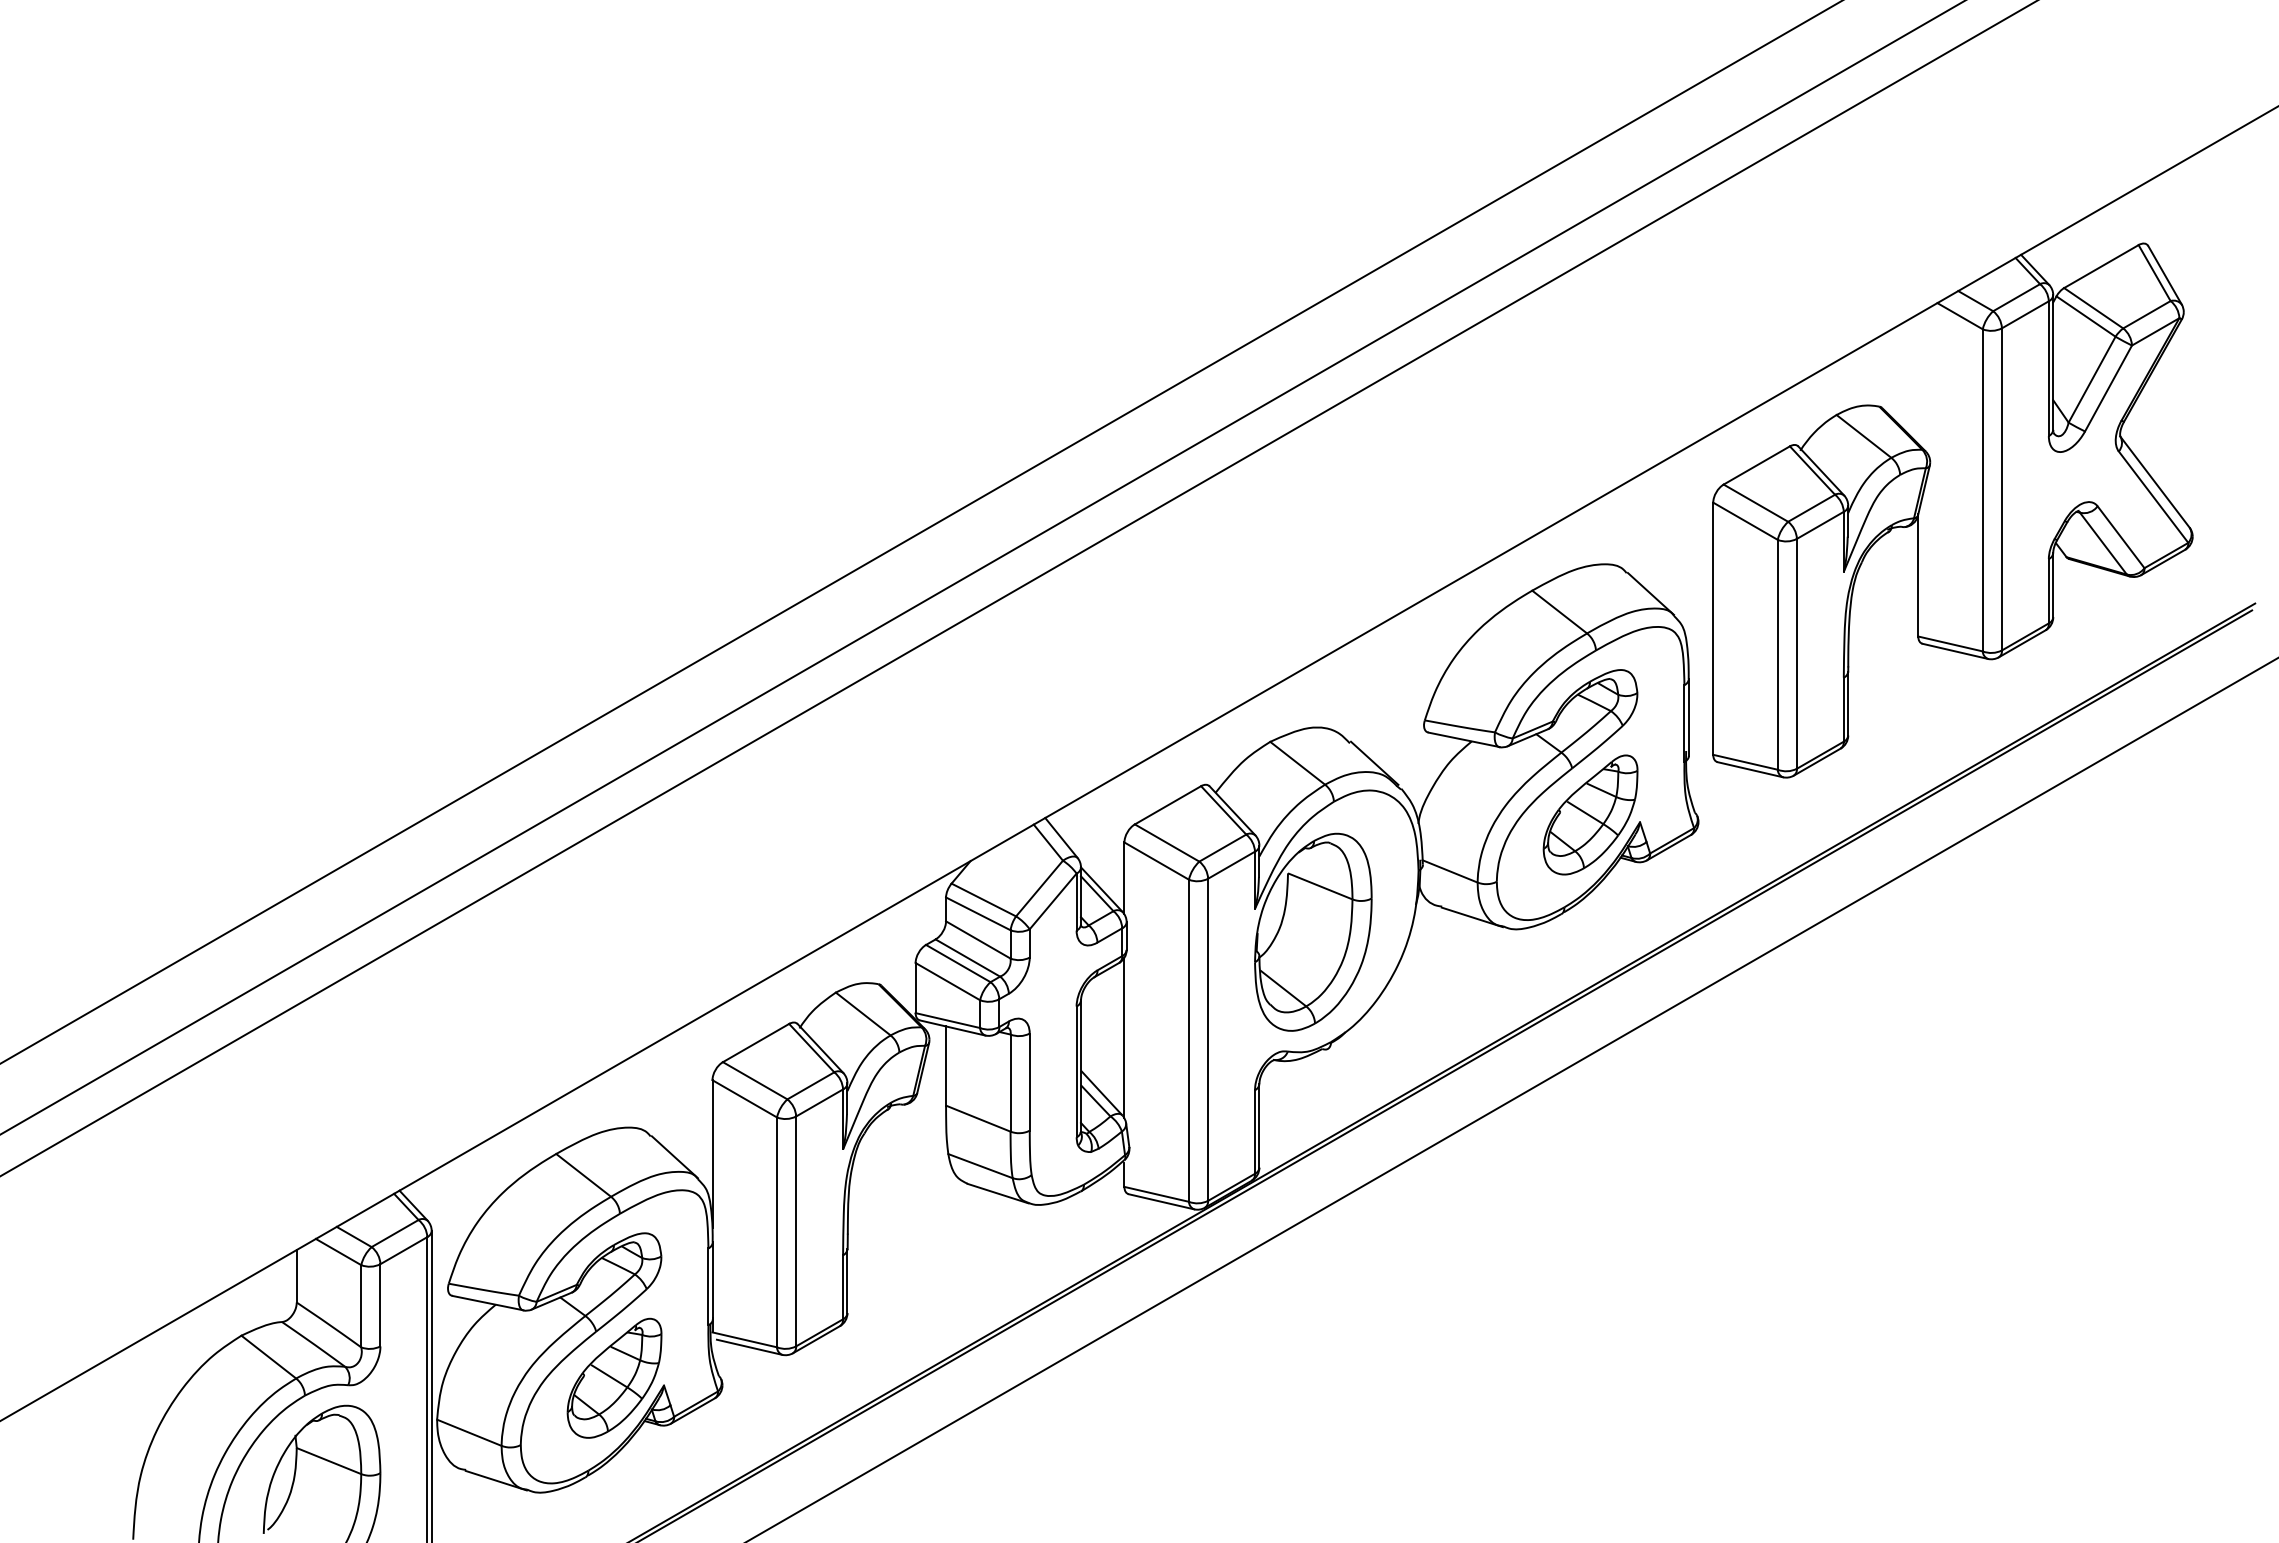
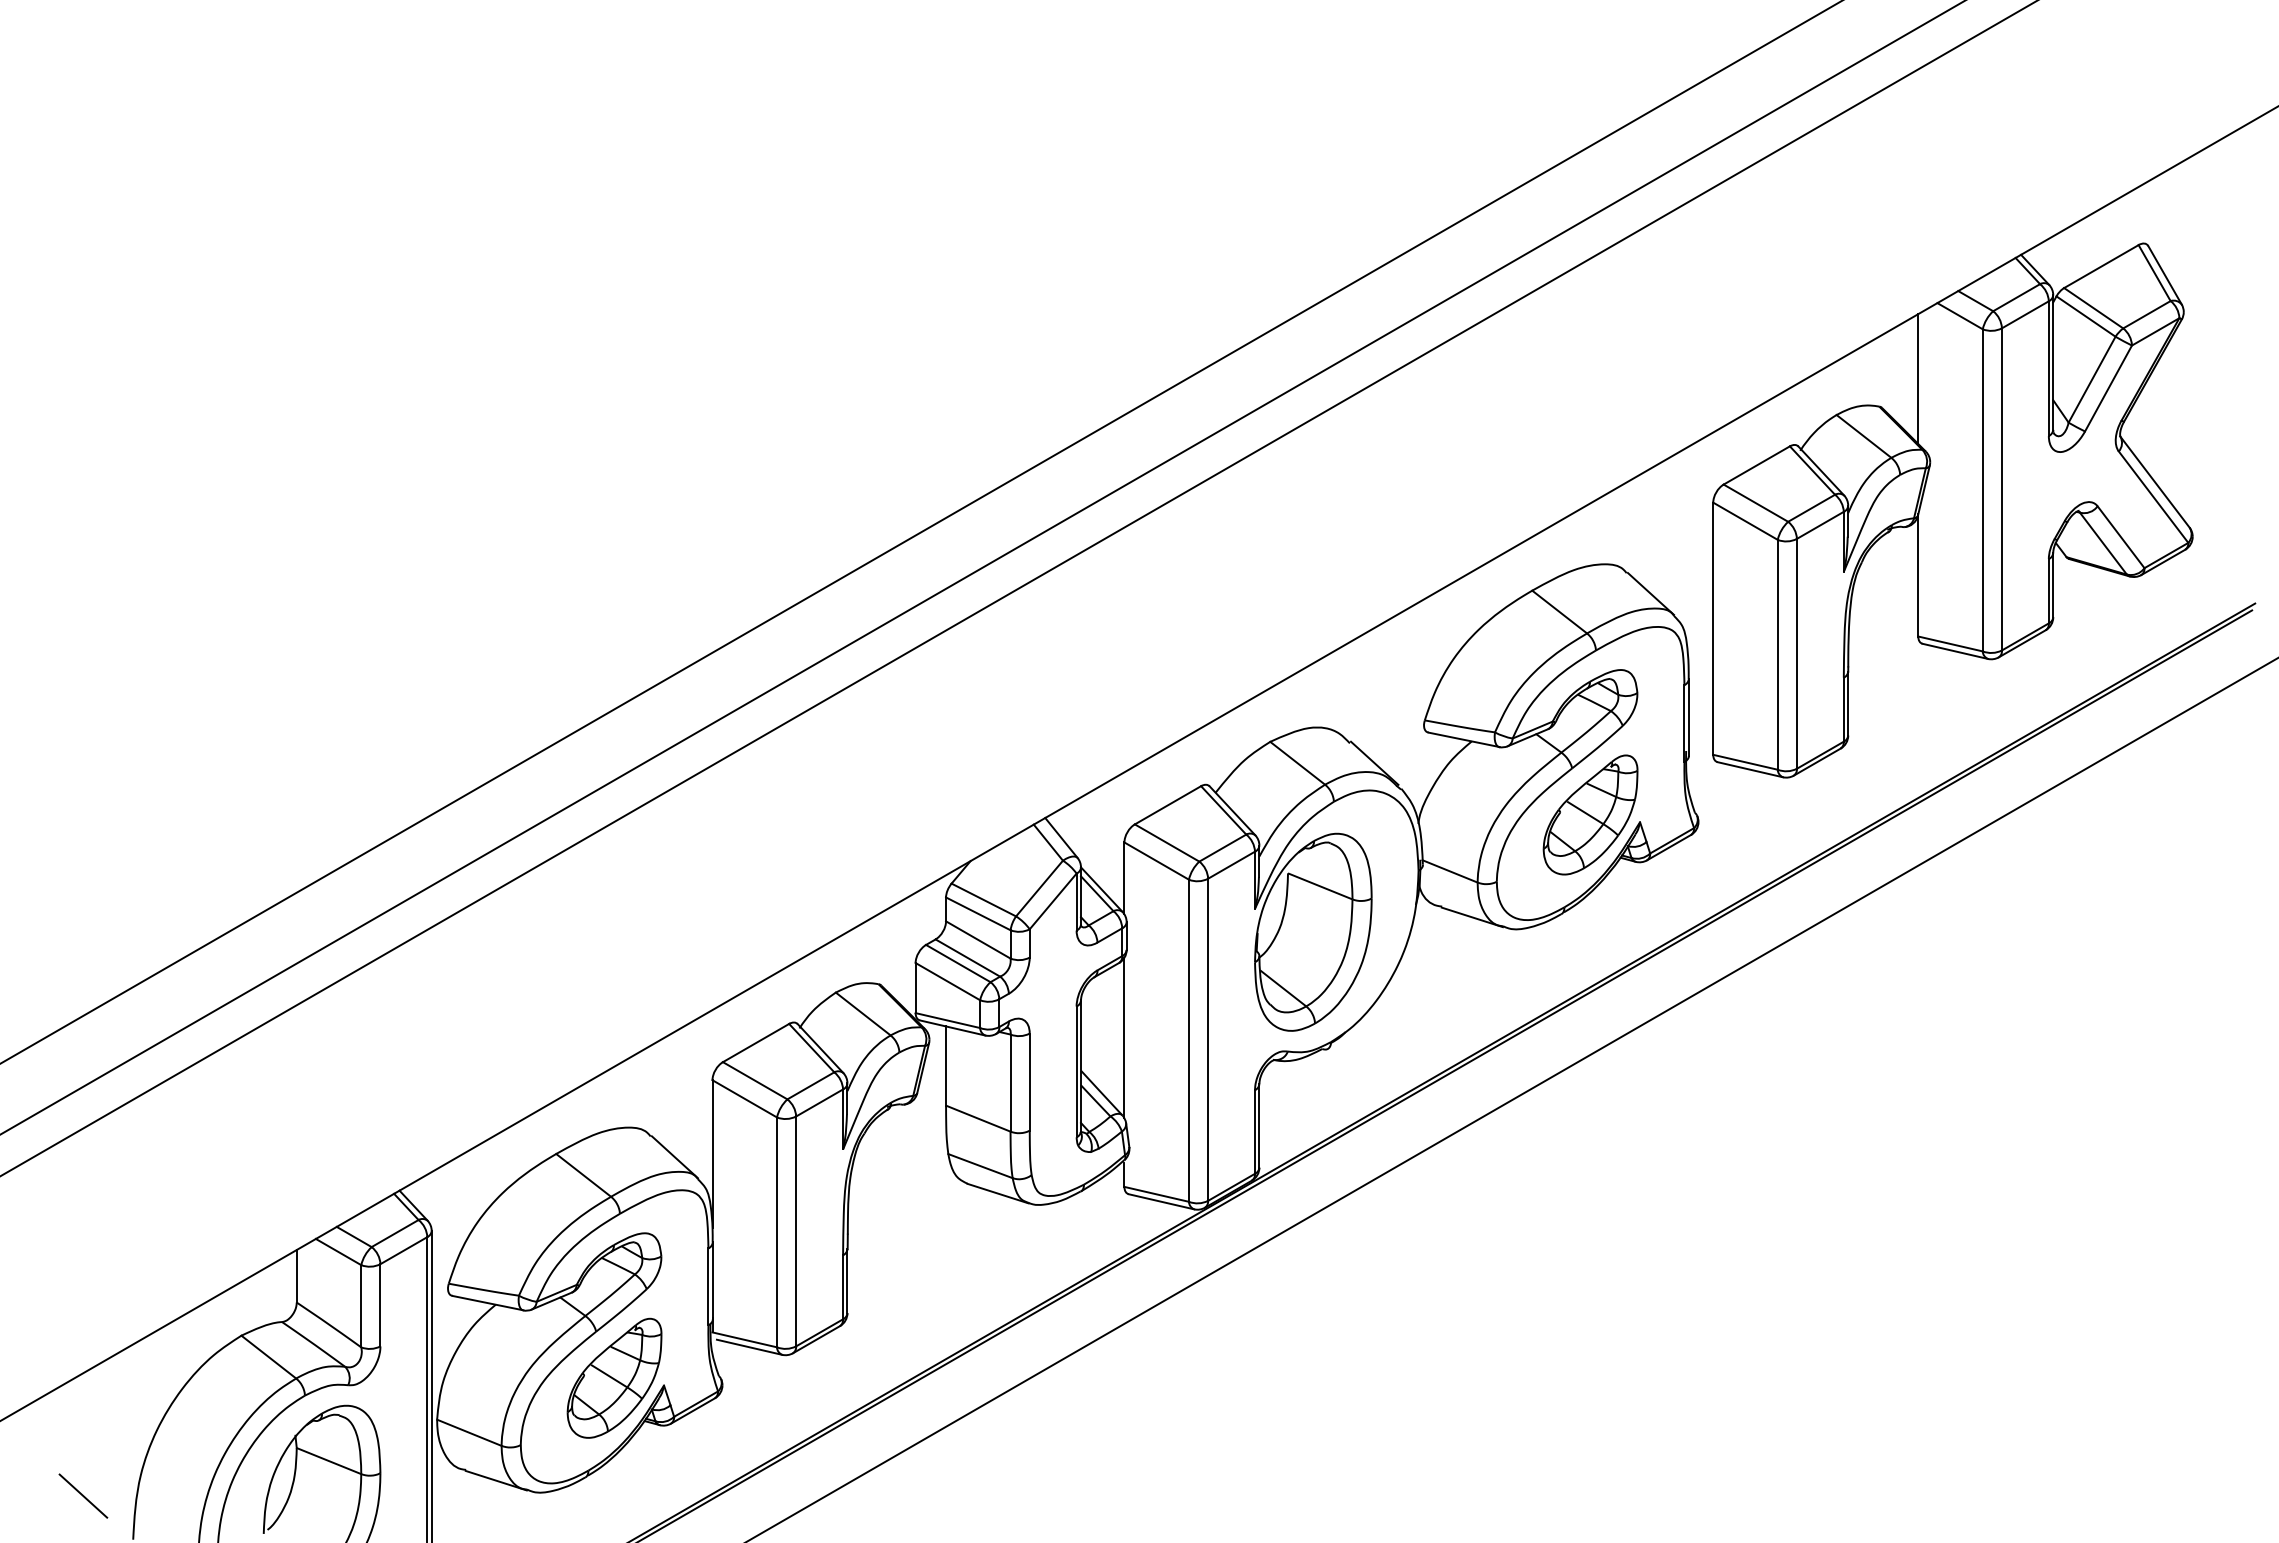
line at (1918, 379): none -> present
line at (83, 1495): none -> present
